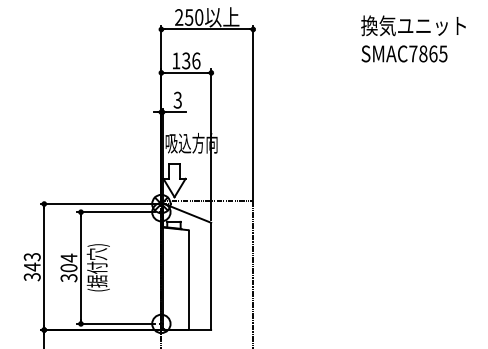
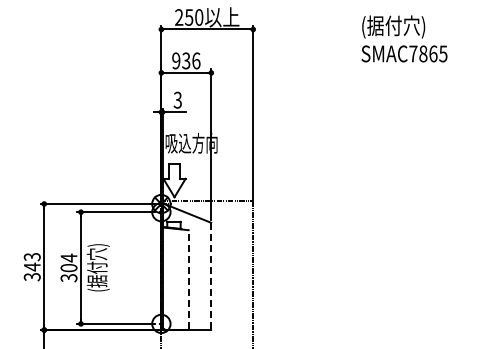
text at (413, 26): 換気ユニット -> (据付穴)
text at (176, 60): 136 -> 936
line at (211, 275): solid -> dashed
line at (188, 279): solid -> dashed
